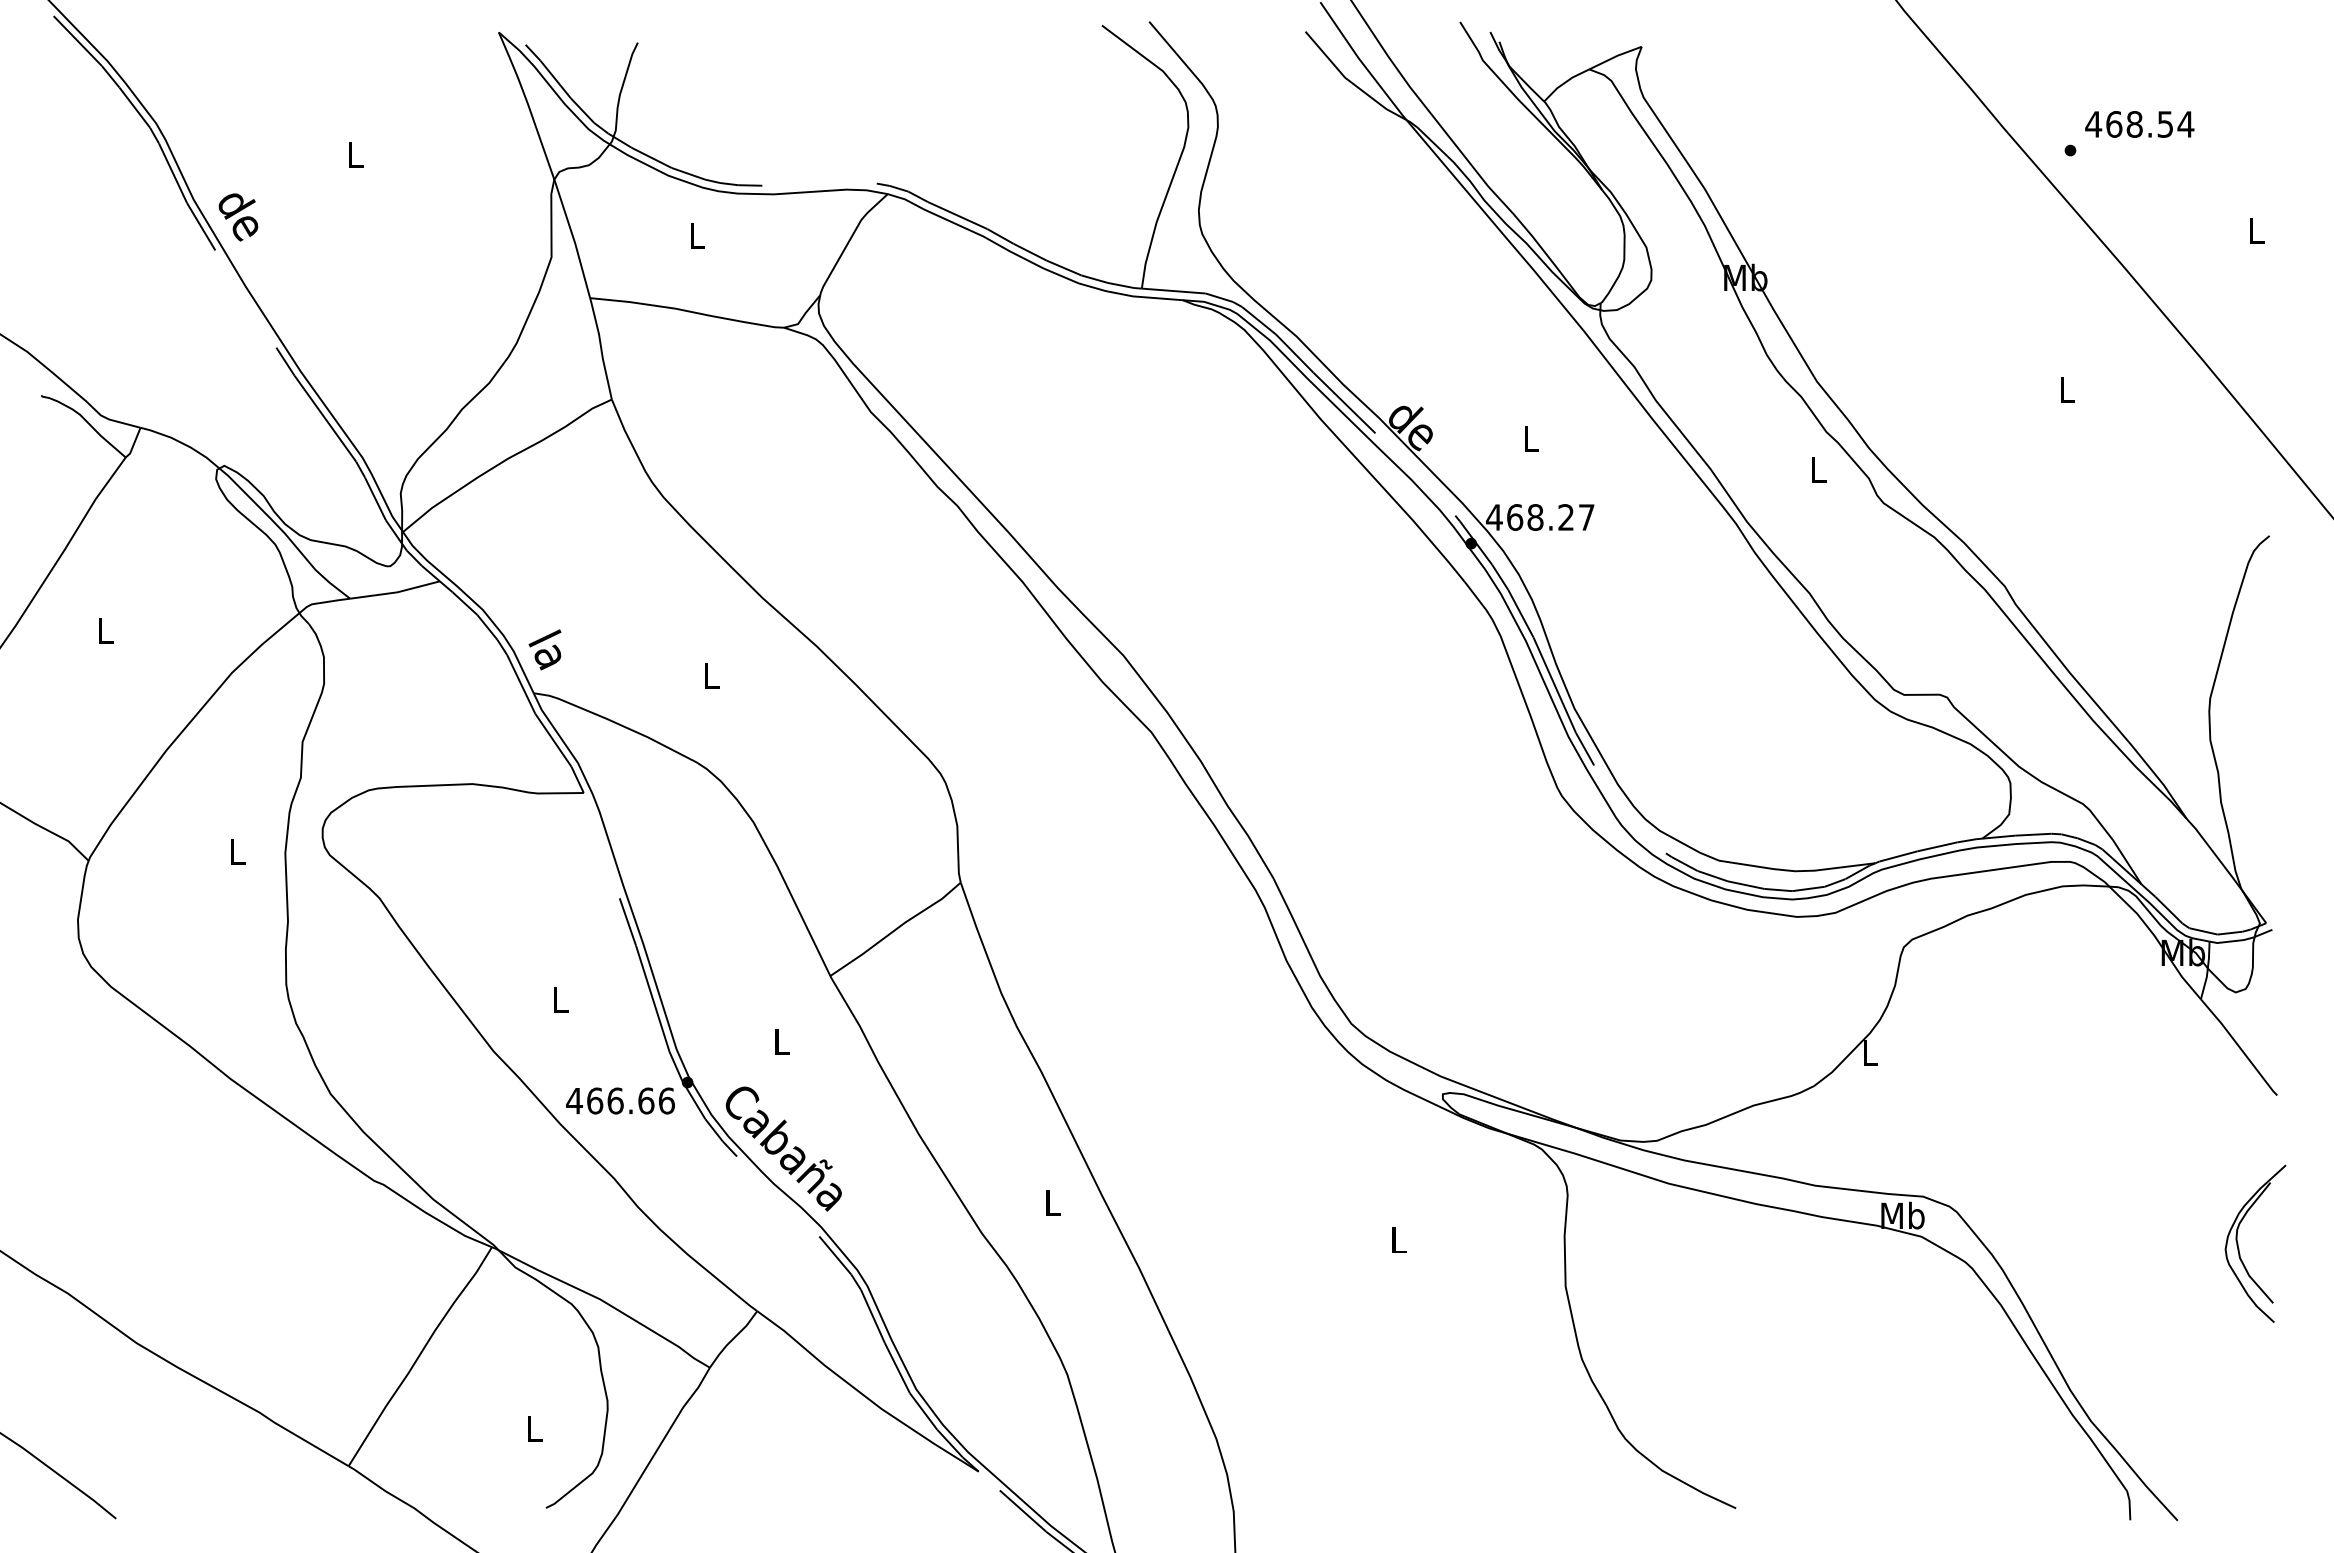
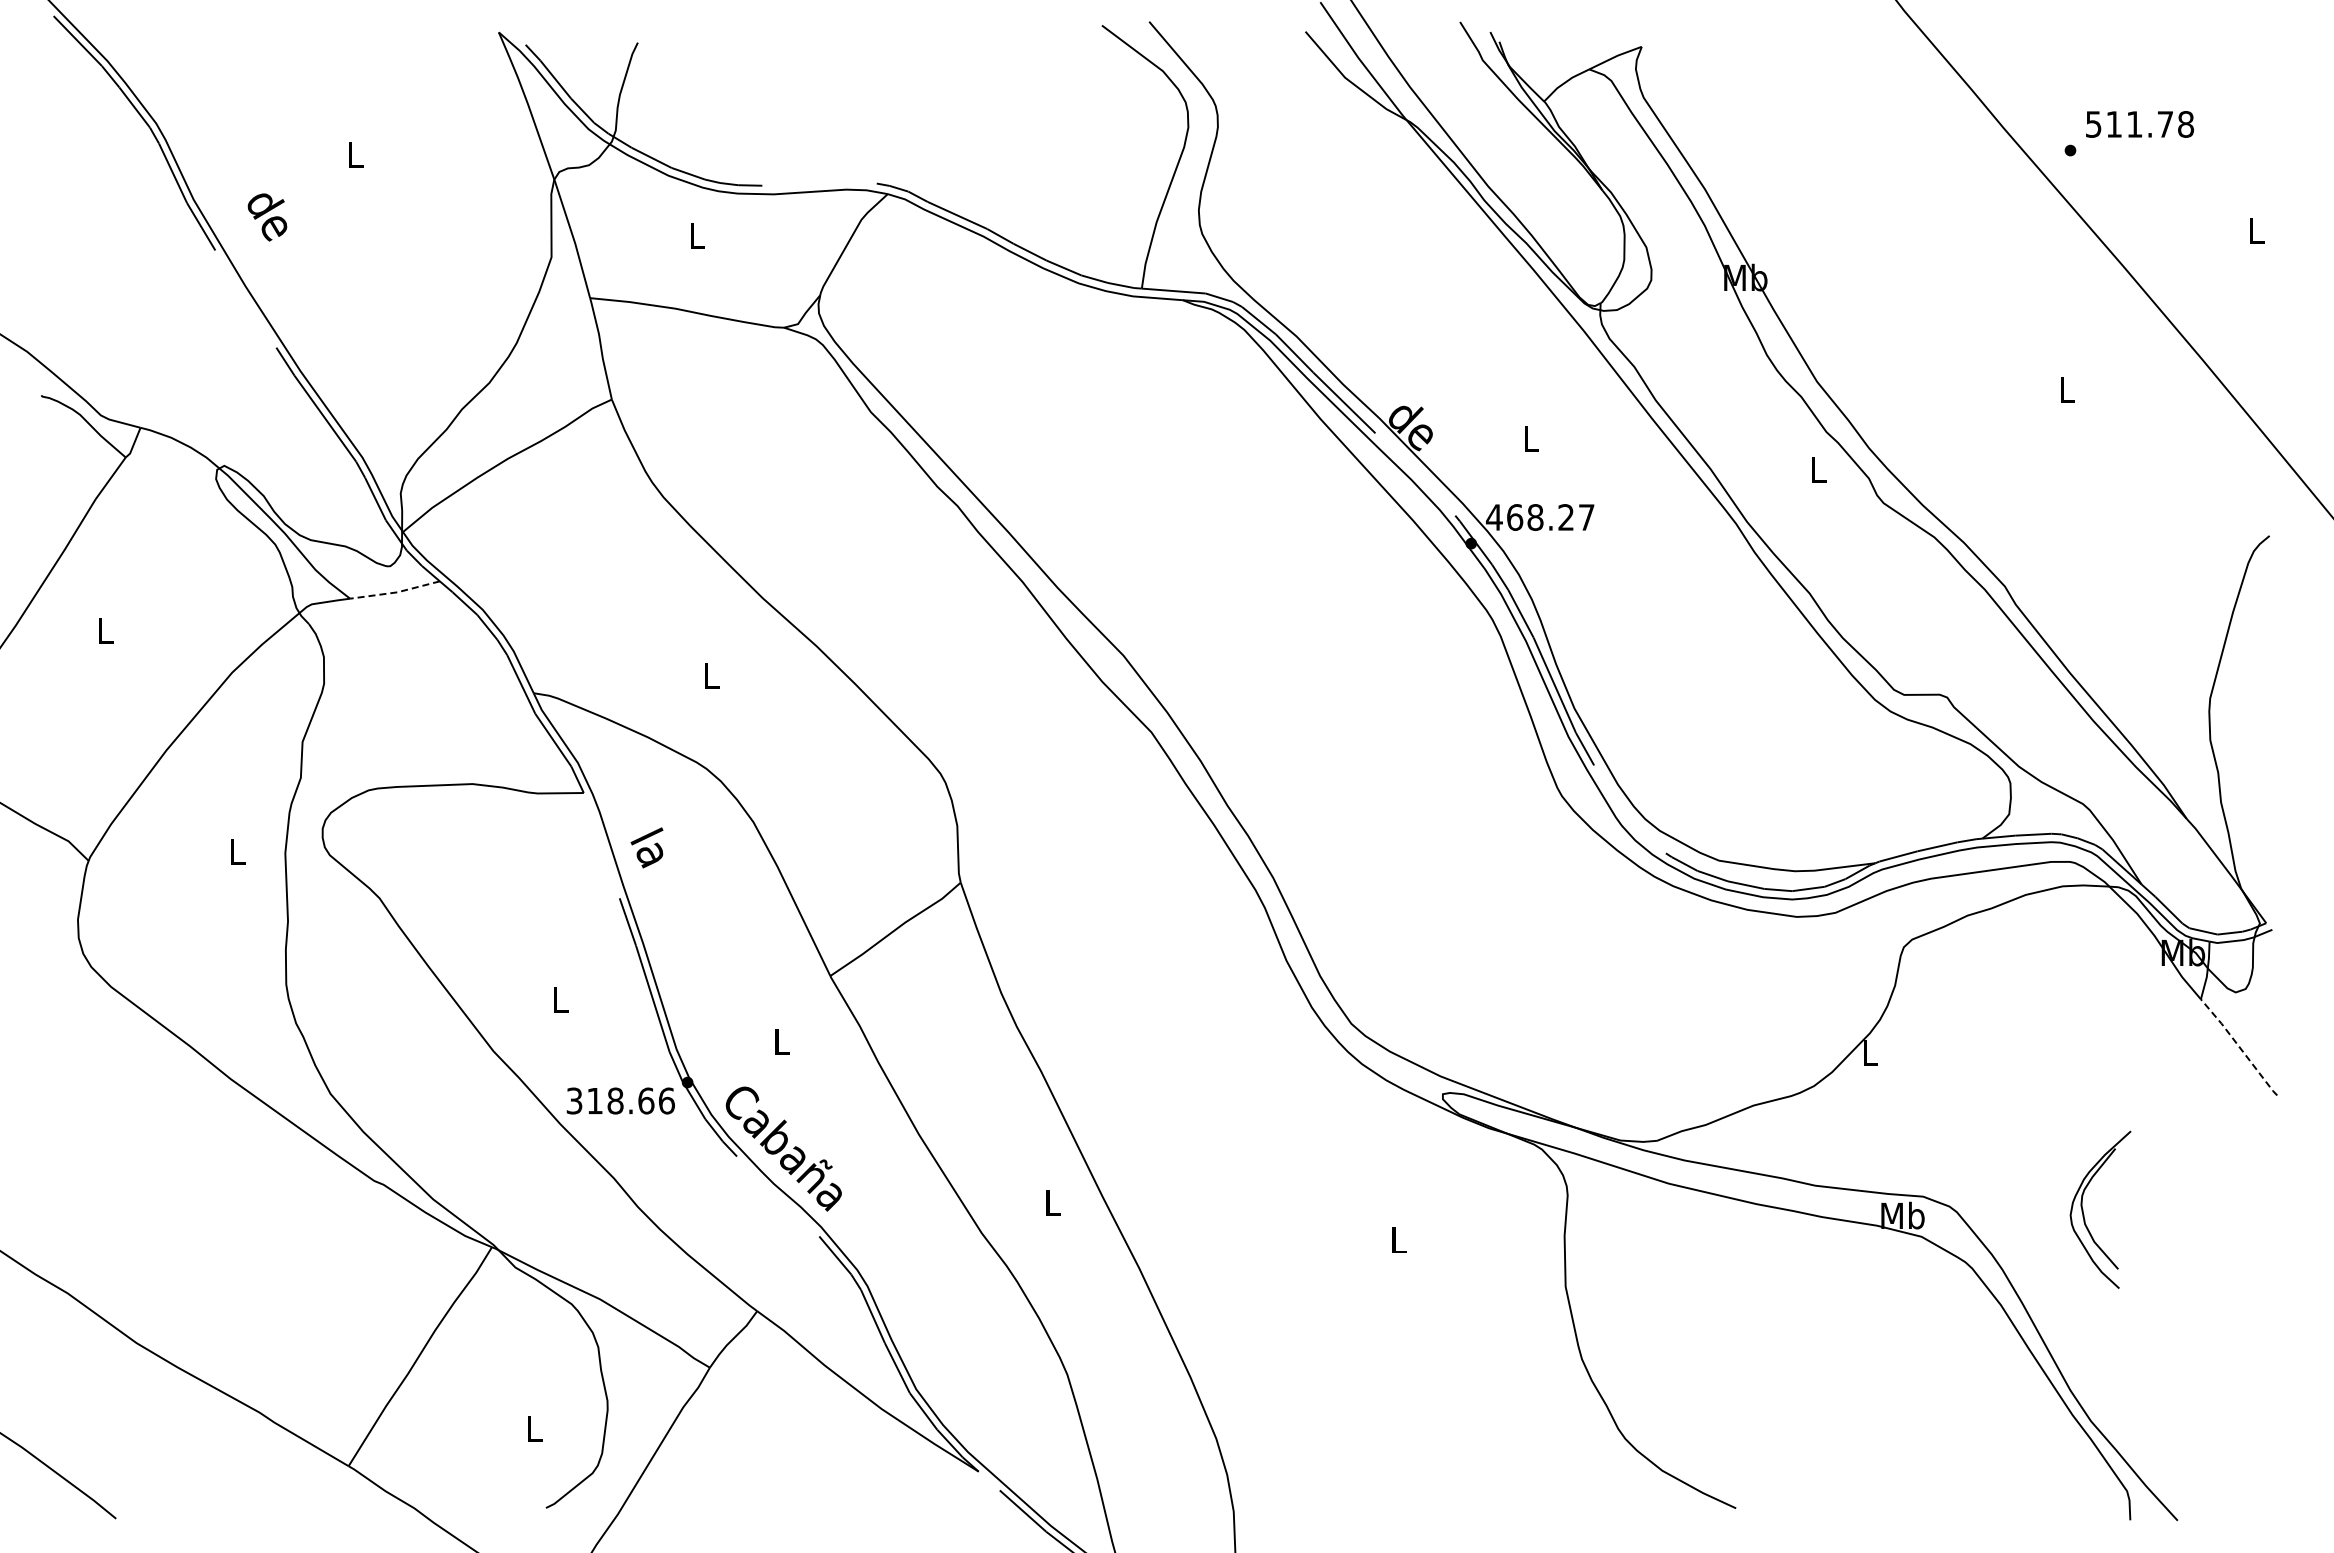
text at (2139, 124): 468.54 -> 511.78
text at (238, 217) position: (238, 217) -> (267, 217)
line at (395, 592): solid -> dashed
text at (544, 649) position: (544, 649) -> (646, 847)
line at (2239, 1047): solid -> dashed
text at (594, 1100): 466.66 -> 318.66
part at (2239, 1248) position: (2239, 1248) -> (2084, 1214)
